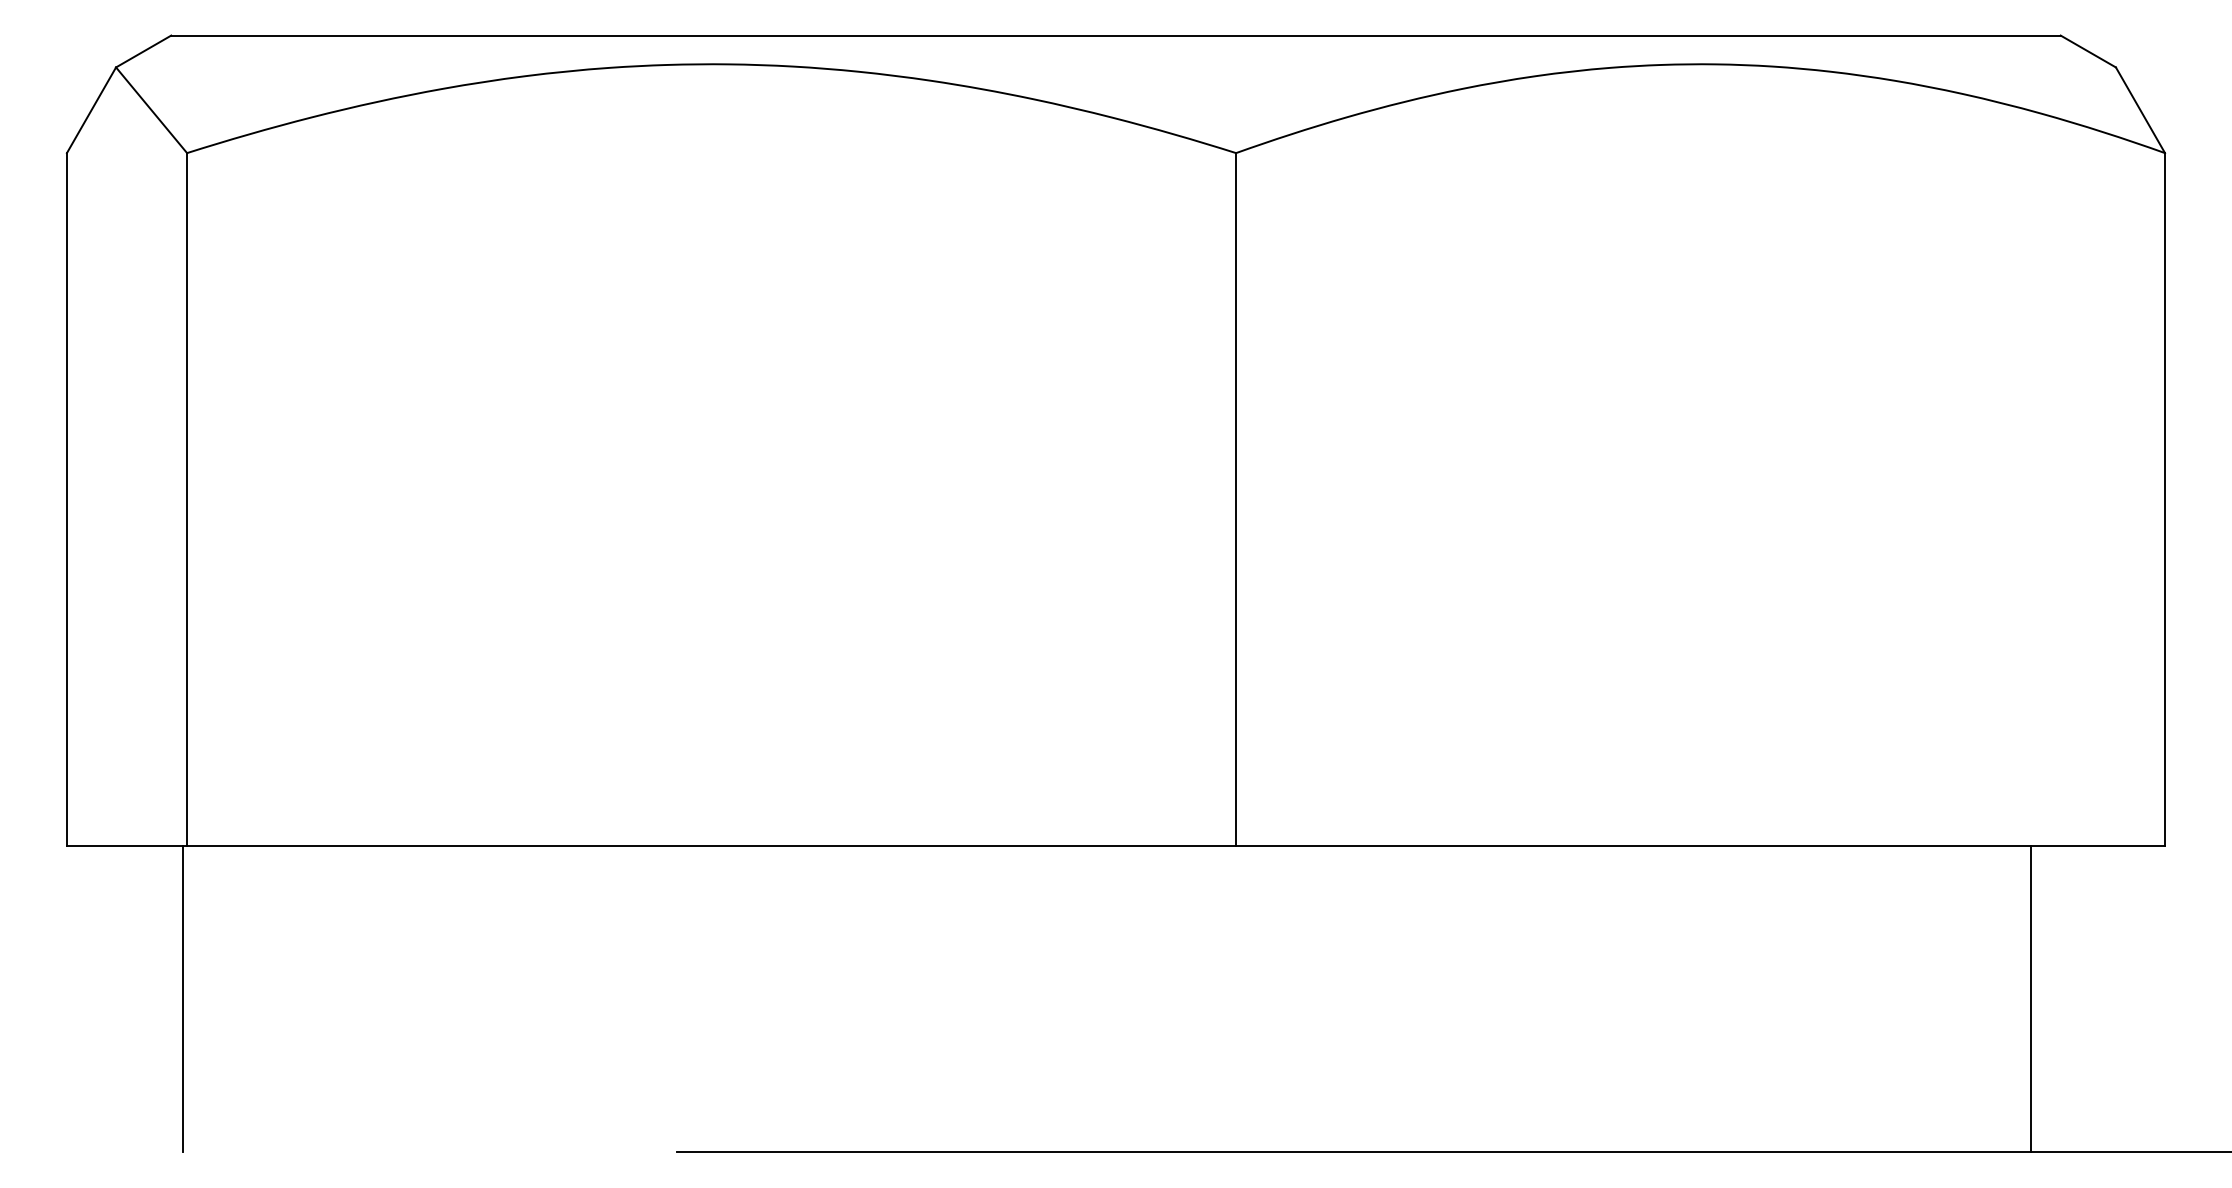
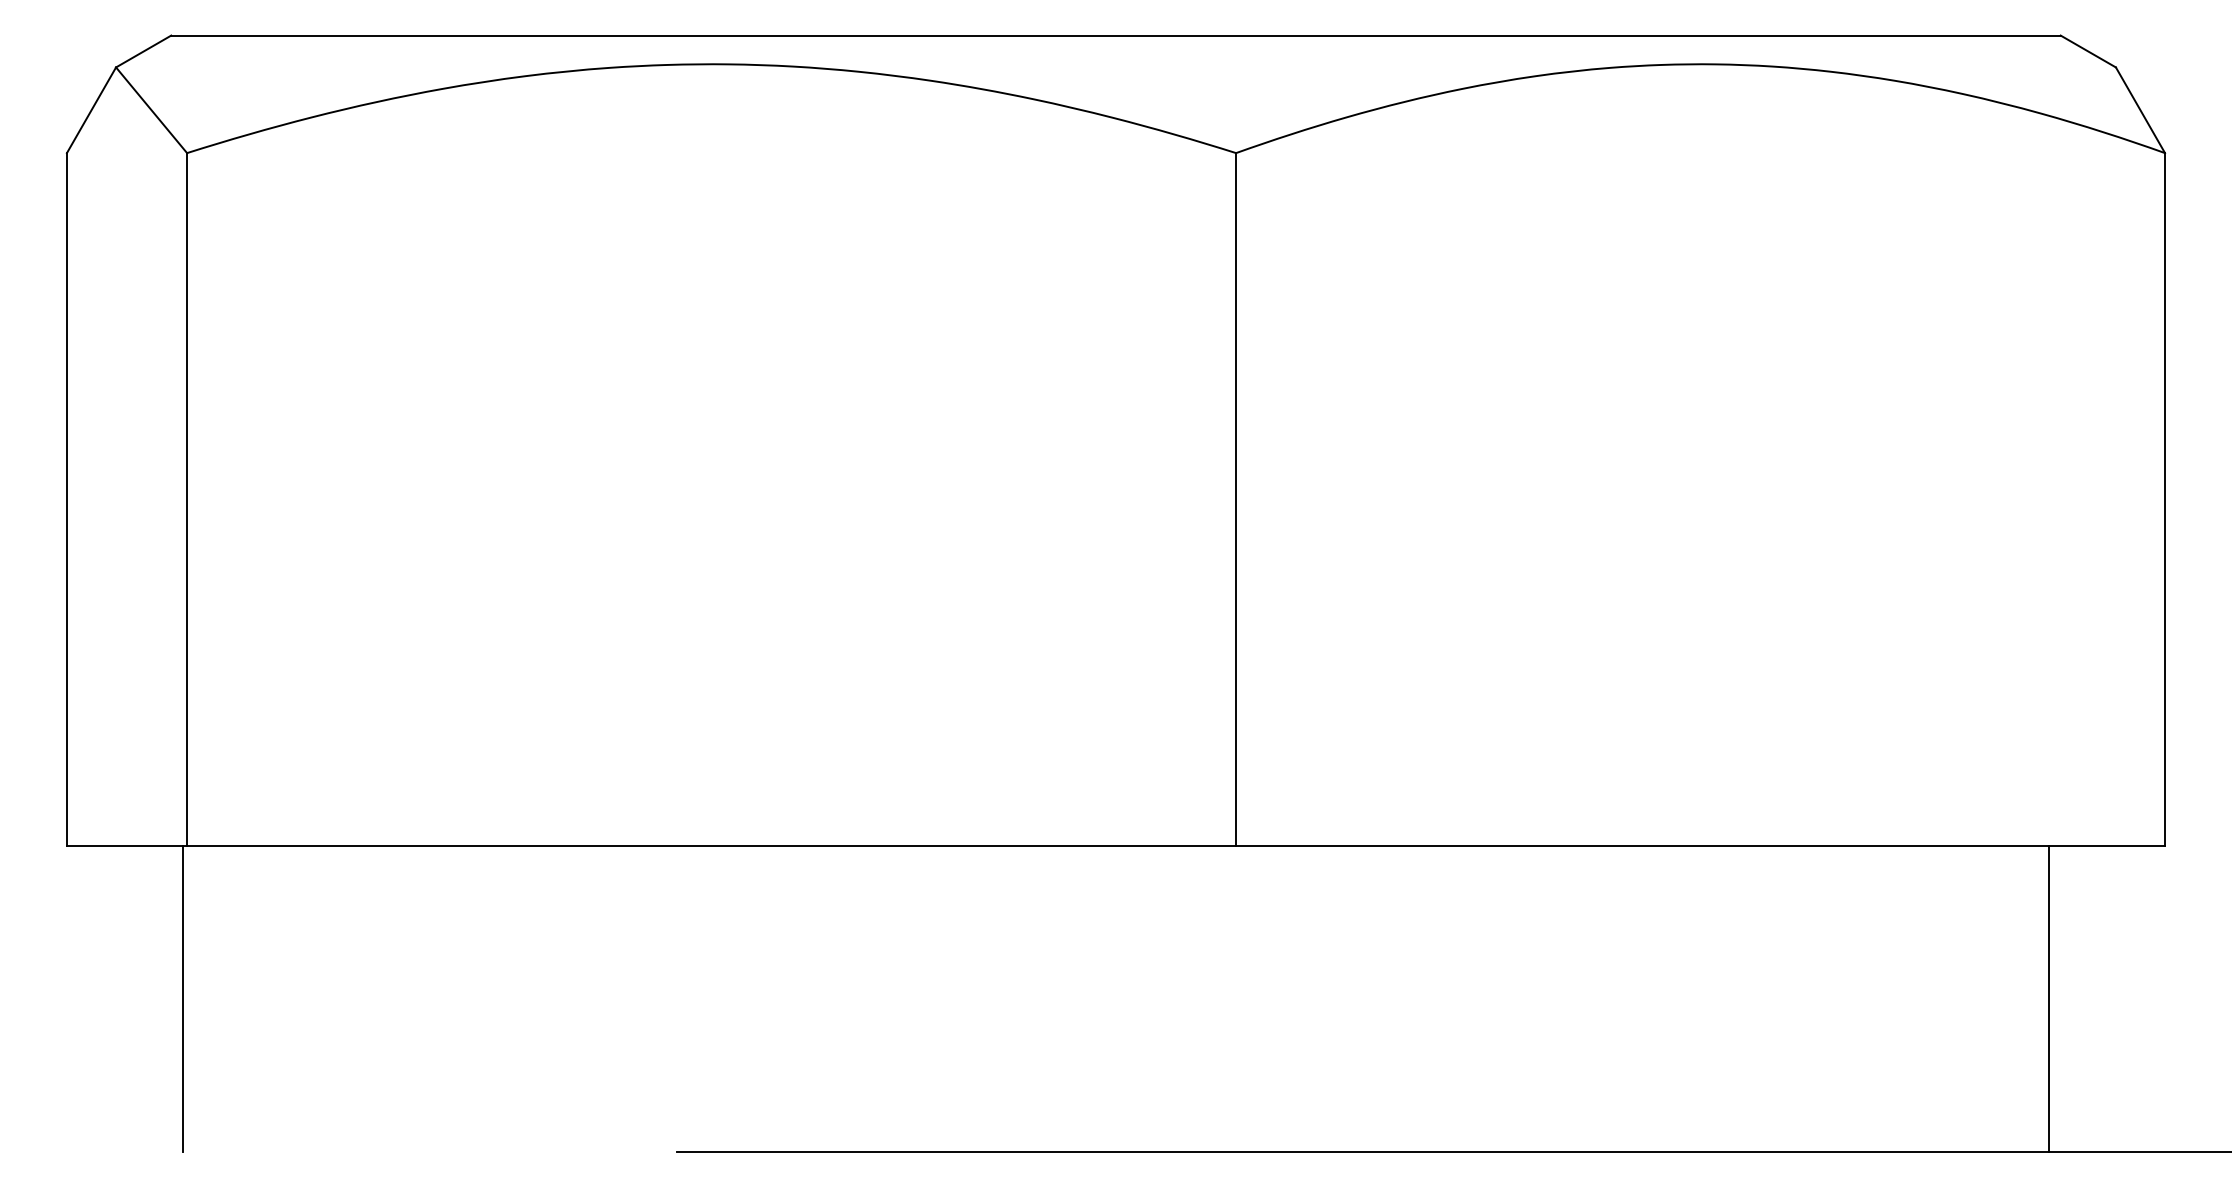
line at (2031, 999) position: (2031, 999) -> (2049, 999)
